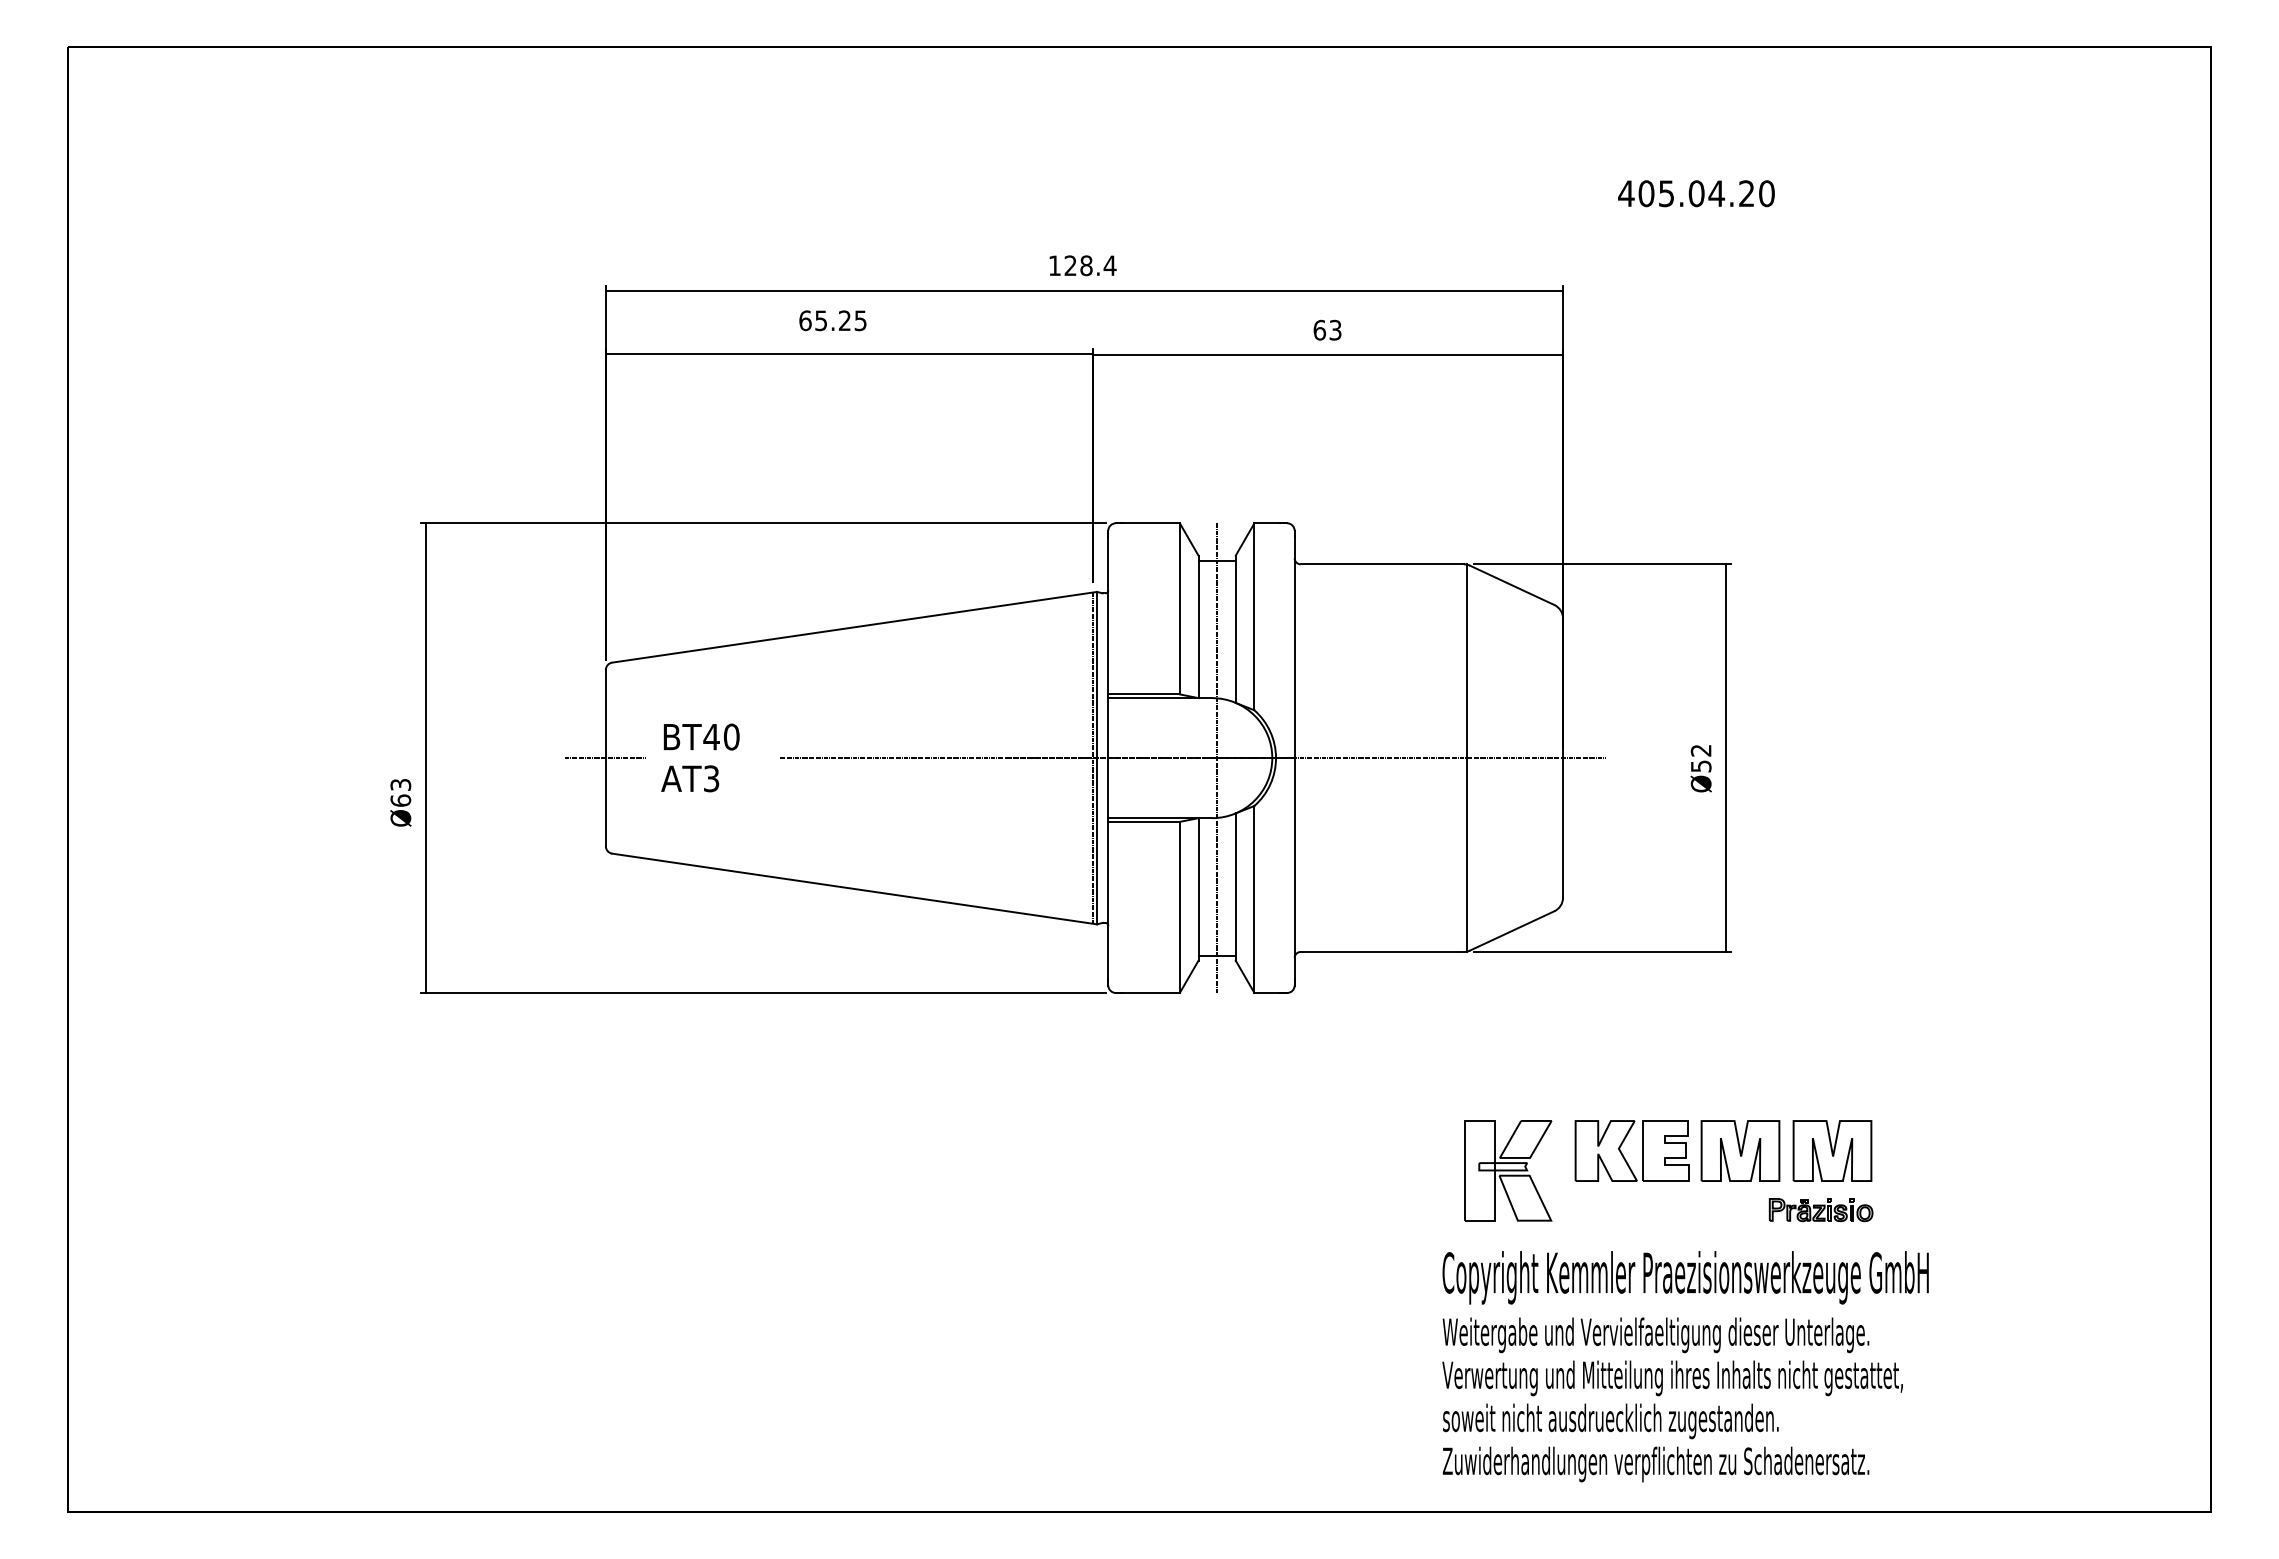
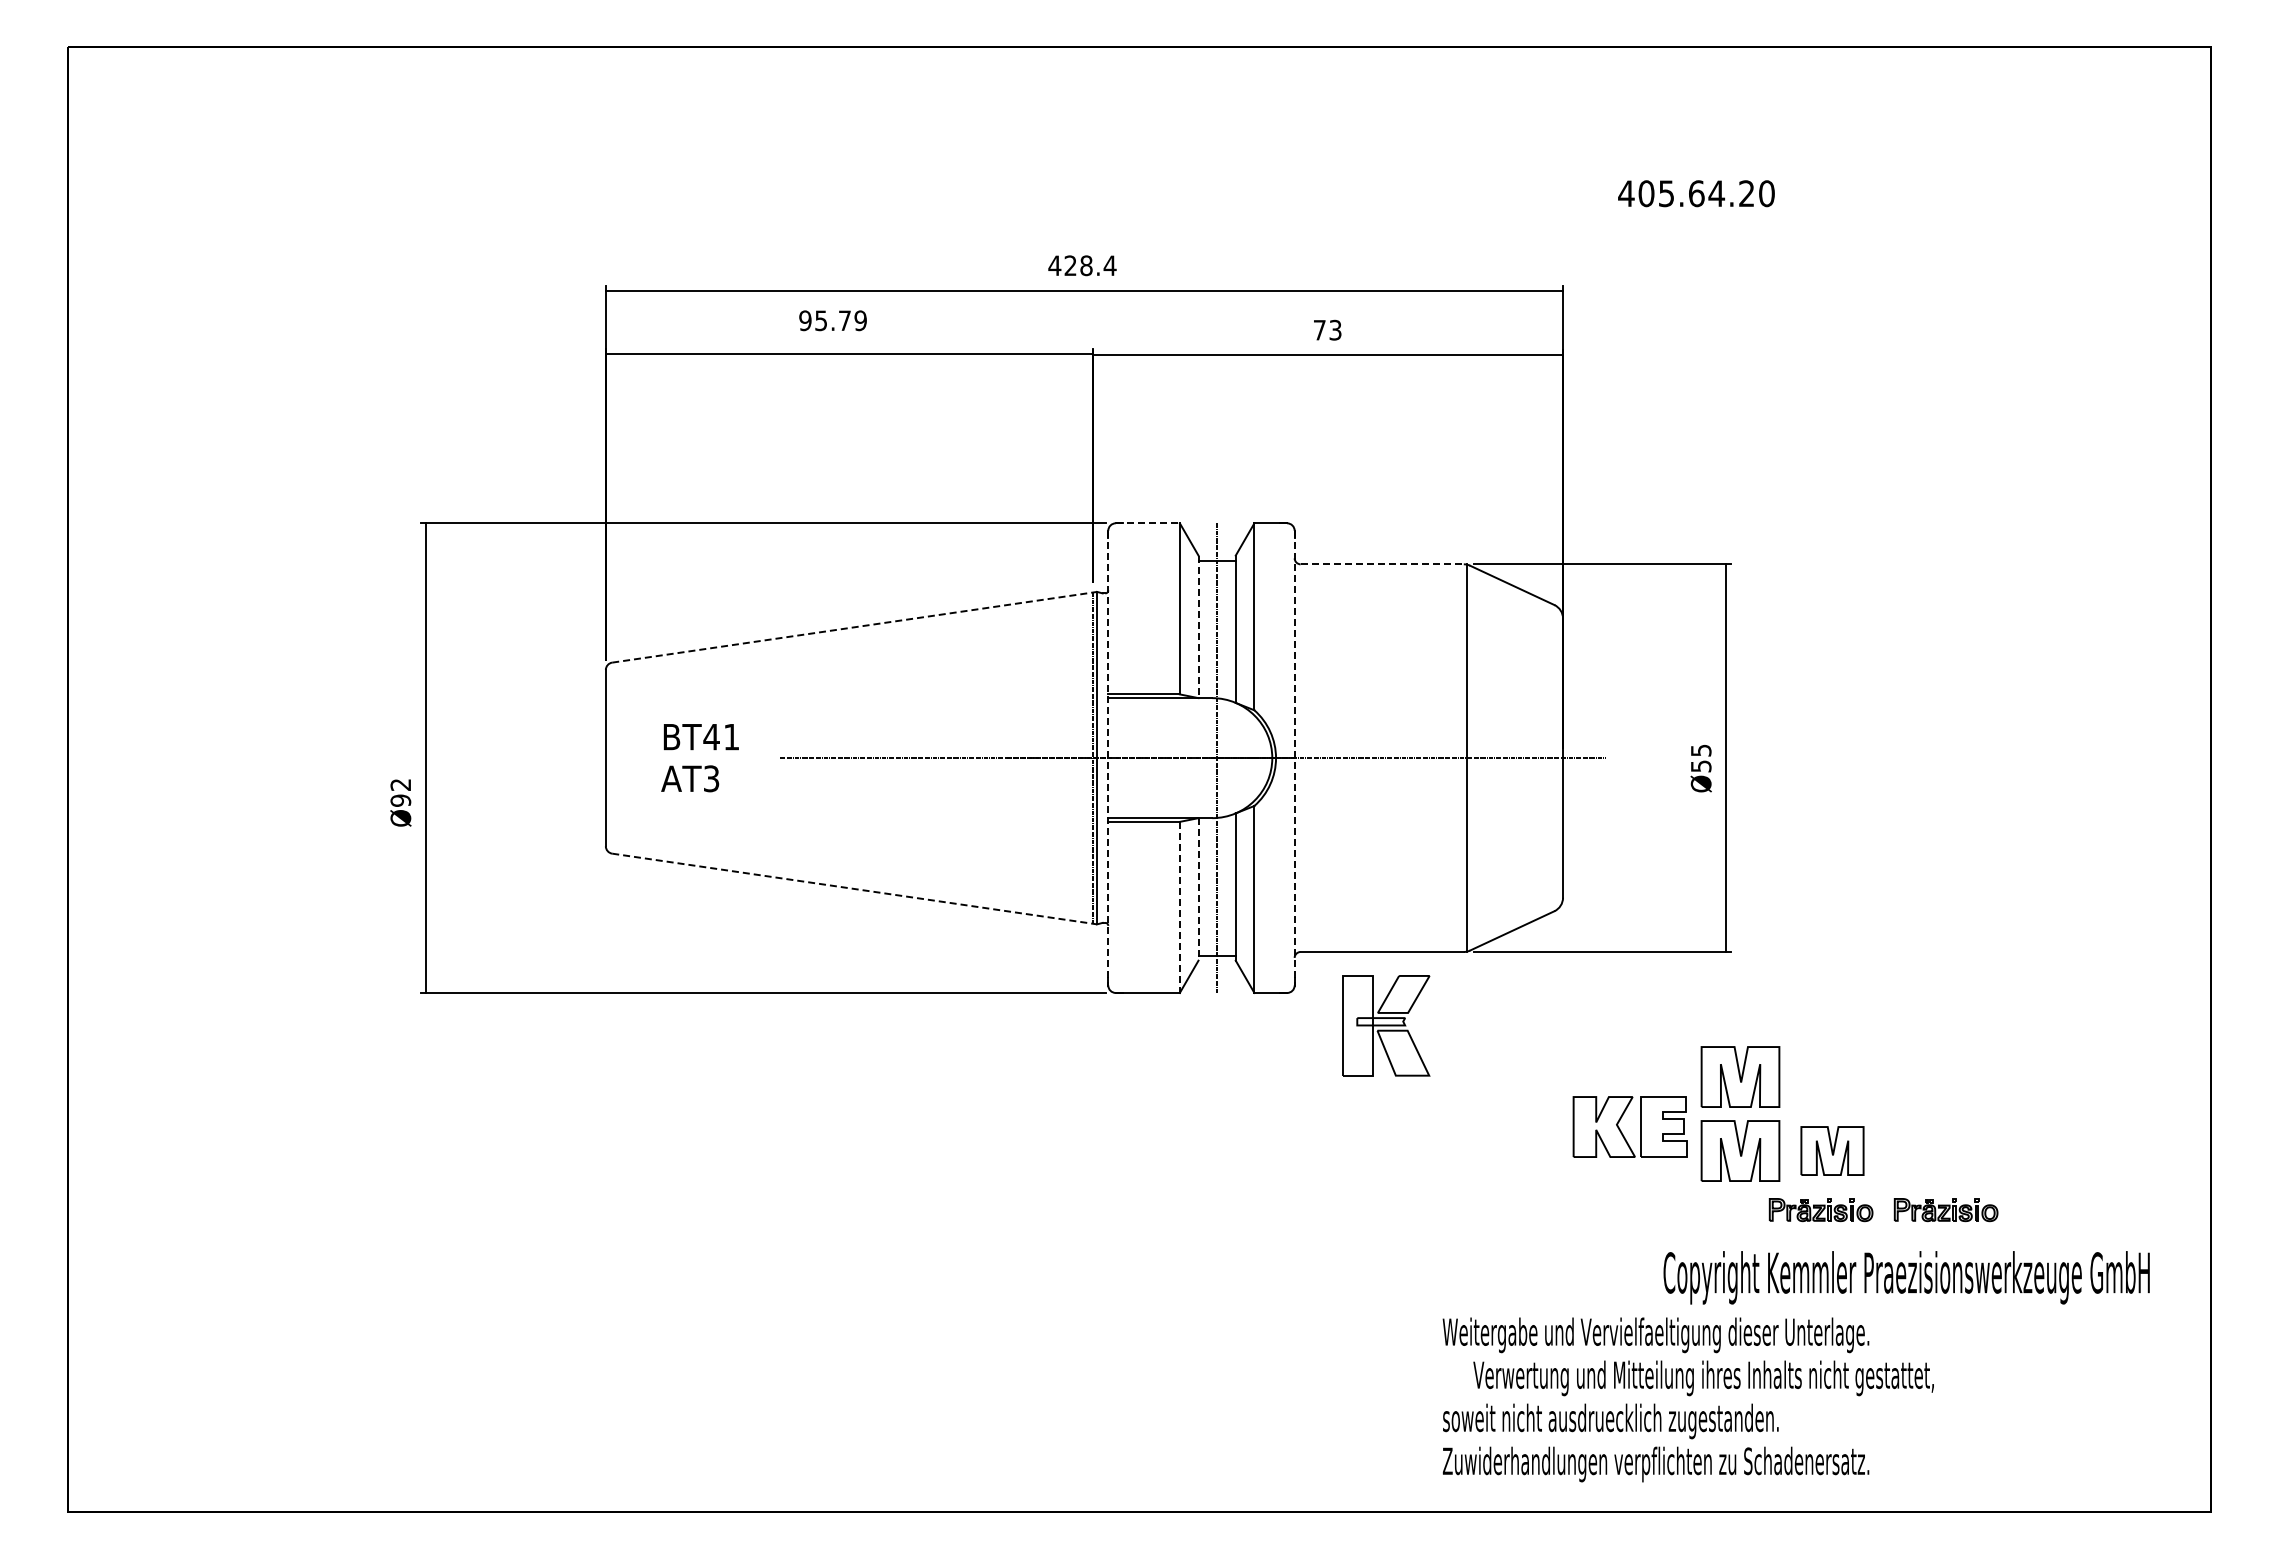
text at (1696, 193): 405.04.20 -> 405.64.20
text at (1054, 265): 128.4 -> 428.4
text at (832, 320): 65.25 -> 95.79
text at (1319, 329): 63 -> 73
line at (1148, 523): solid -> dashed
line at (1382, 564): solid -> dashed
line at (855, 627): solid -> dashed
line at (1198, 627): solid -> dashed
text at (731, 736): BT40 -> BT41
text at (1700, 750): Ø52 -> Ø55
line at (605, 758): present -> none
line at (1108, 758): solid -> dashed
line at (1294, 758): solid -> dashed
text at (400, 792): Ø63 -> Ø92
line at (855, 889): solid -> dashed
line at (1198, 889): solid -> dashed
line at (1179, 907): solid -> dashed
part at (1740, 1076): none -> present
part at (1832, 1150) size: 81x62 px -> 65x50 px
part at (1623, 1154) position: (1623, 1154) -> (1621, 1130)
part at (1508, 1170) position: (1508, 1170) -> (1386, 1025)
part at (1945, 1210): none -> present
text at (1685, 1277) position: (1685, 1277) -> (1906, 1277)
text at (1672, 1378) position: (1672, 1378) -> (1703, 1378)
